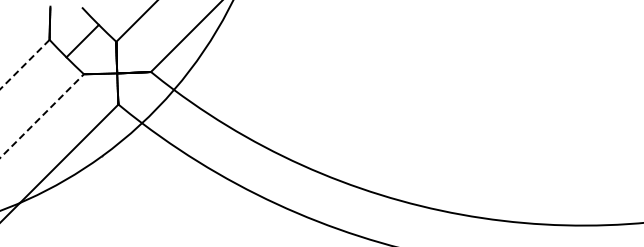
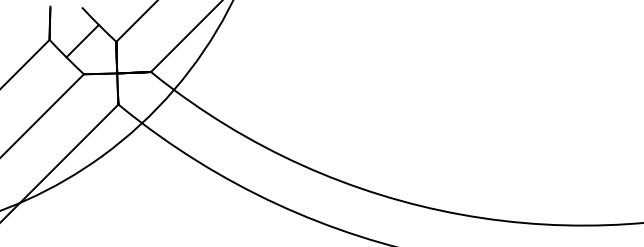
line at (24, 64): dashed -> solid
line at (42, 115): dashed -> solid
